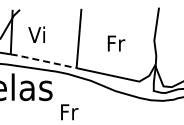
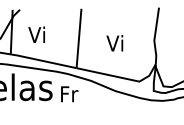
text at (115, 43): Fr -> Vi
line at (43, 61): dashed -> solid
text at (69, 112) position: (69, 112) -> (69, 94)
